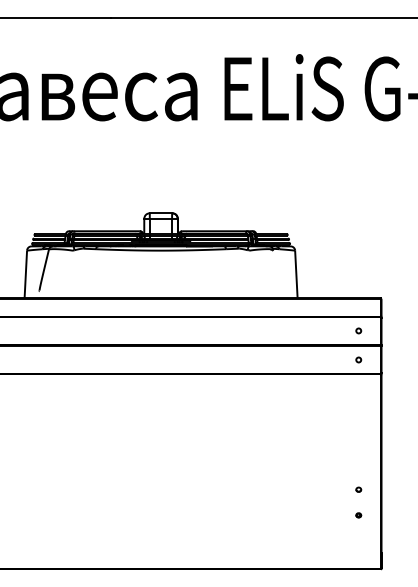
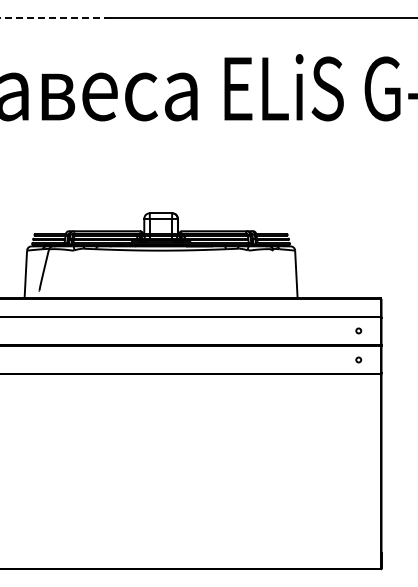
line at (55, 17): solid -> dashed
part at (358, 489): present -> none
part at (358, 515): present -> none
